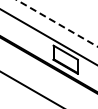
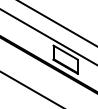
line at (57, 23): dashed -> solid
